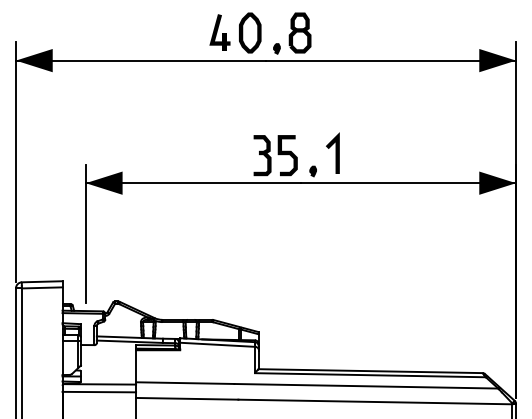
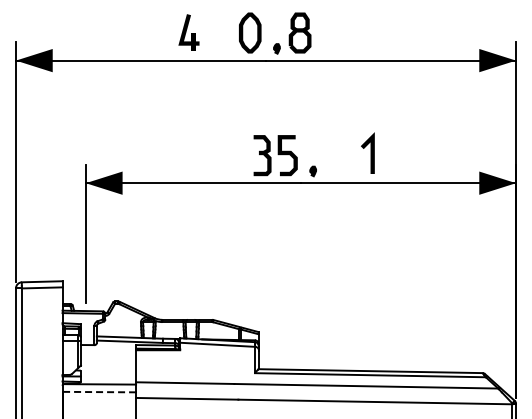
part at (219, 32) position: (219, 32) -> (188, 32)
line at (335, 152) position: (335, 152) -> (370, 152)
line at (99, 392): solid -> dashed
